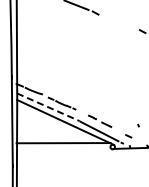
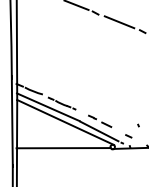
line at (119, 22): none -> present
line at (48, 107): dashed -> solid
line at (63, 143) position: (63, 143) -> (63, 148)
